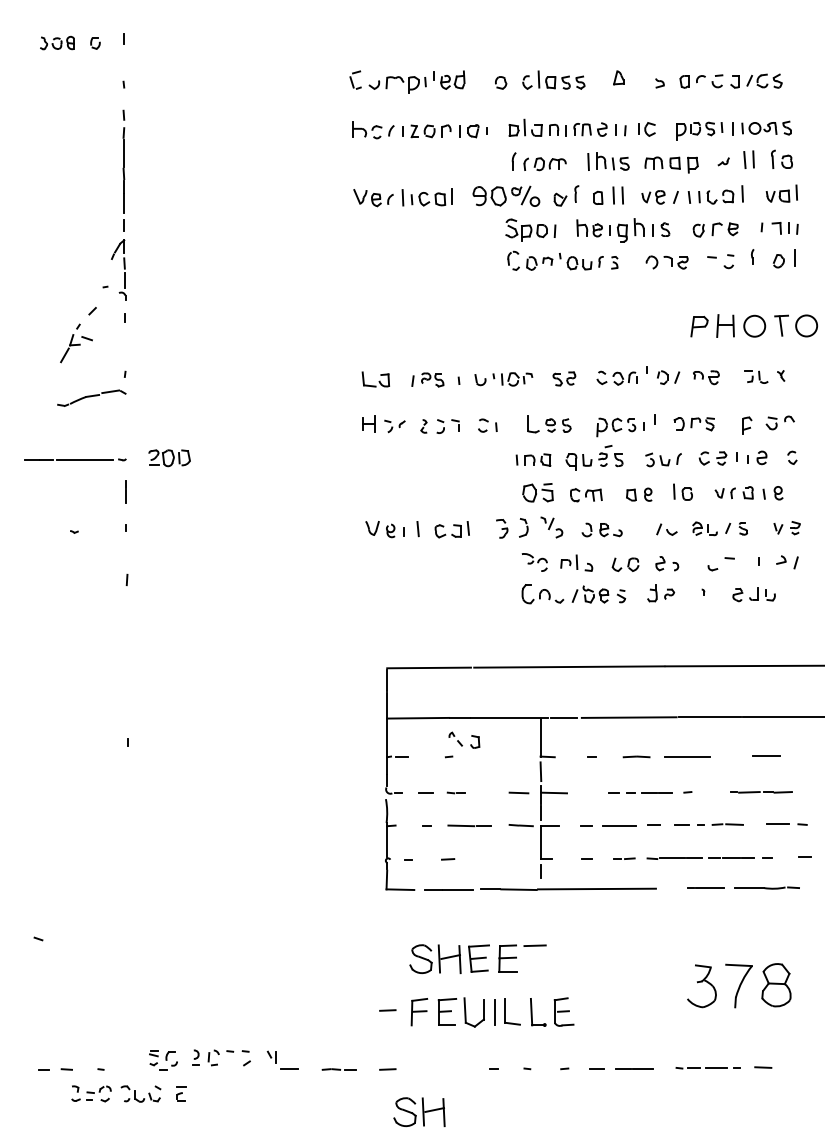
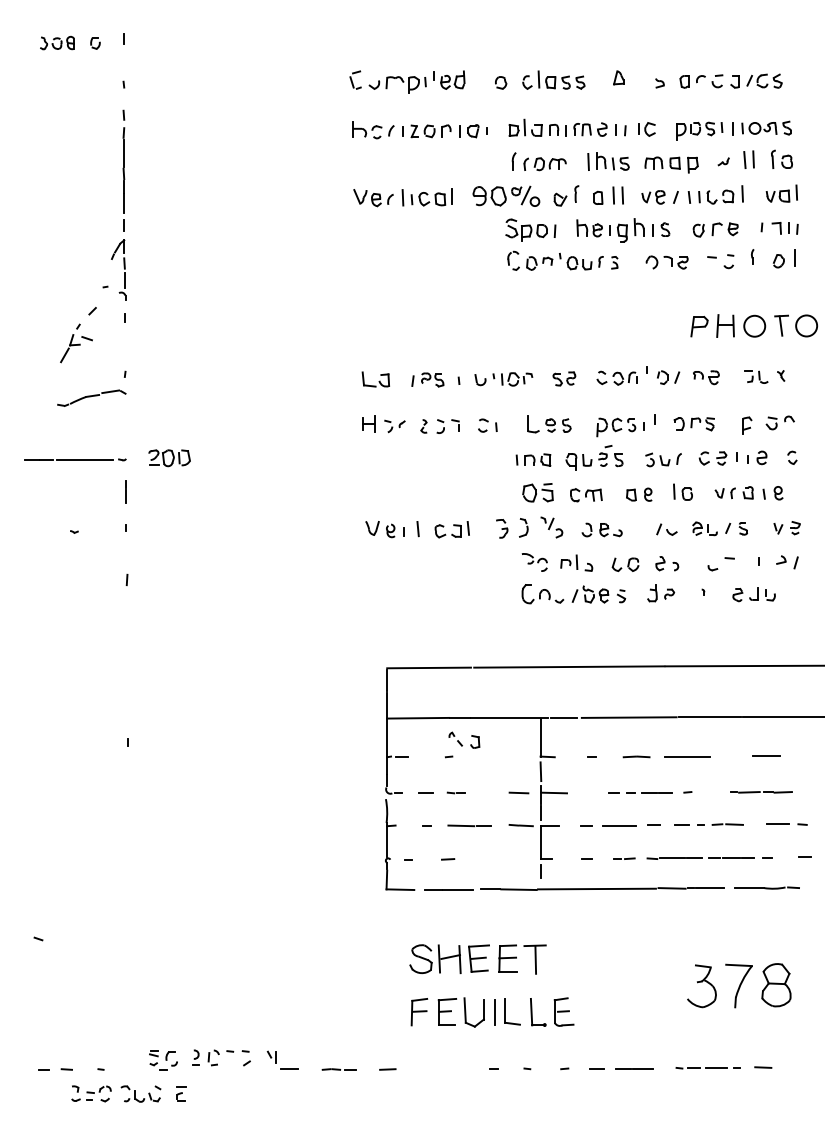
line at (671, 888): none -> present
line at (535, 959): none -> present
line at (387, 1010): present -> none
part at (419, 1112): present -> none
